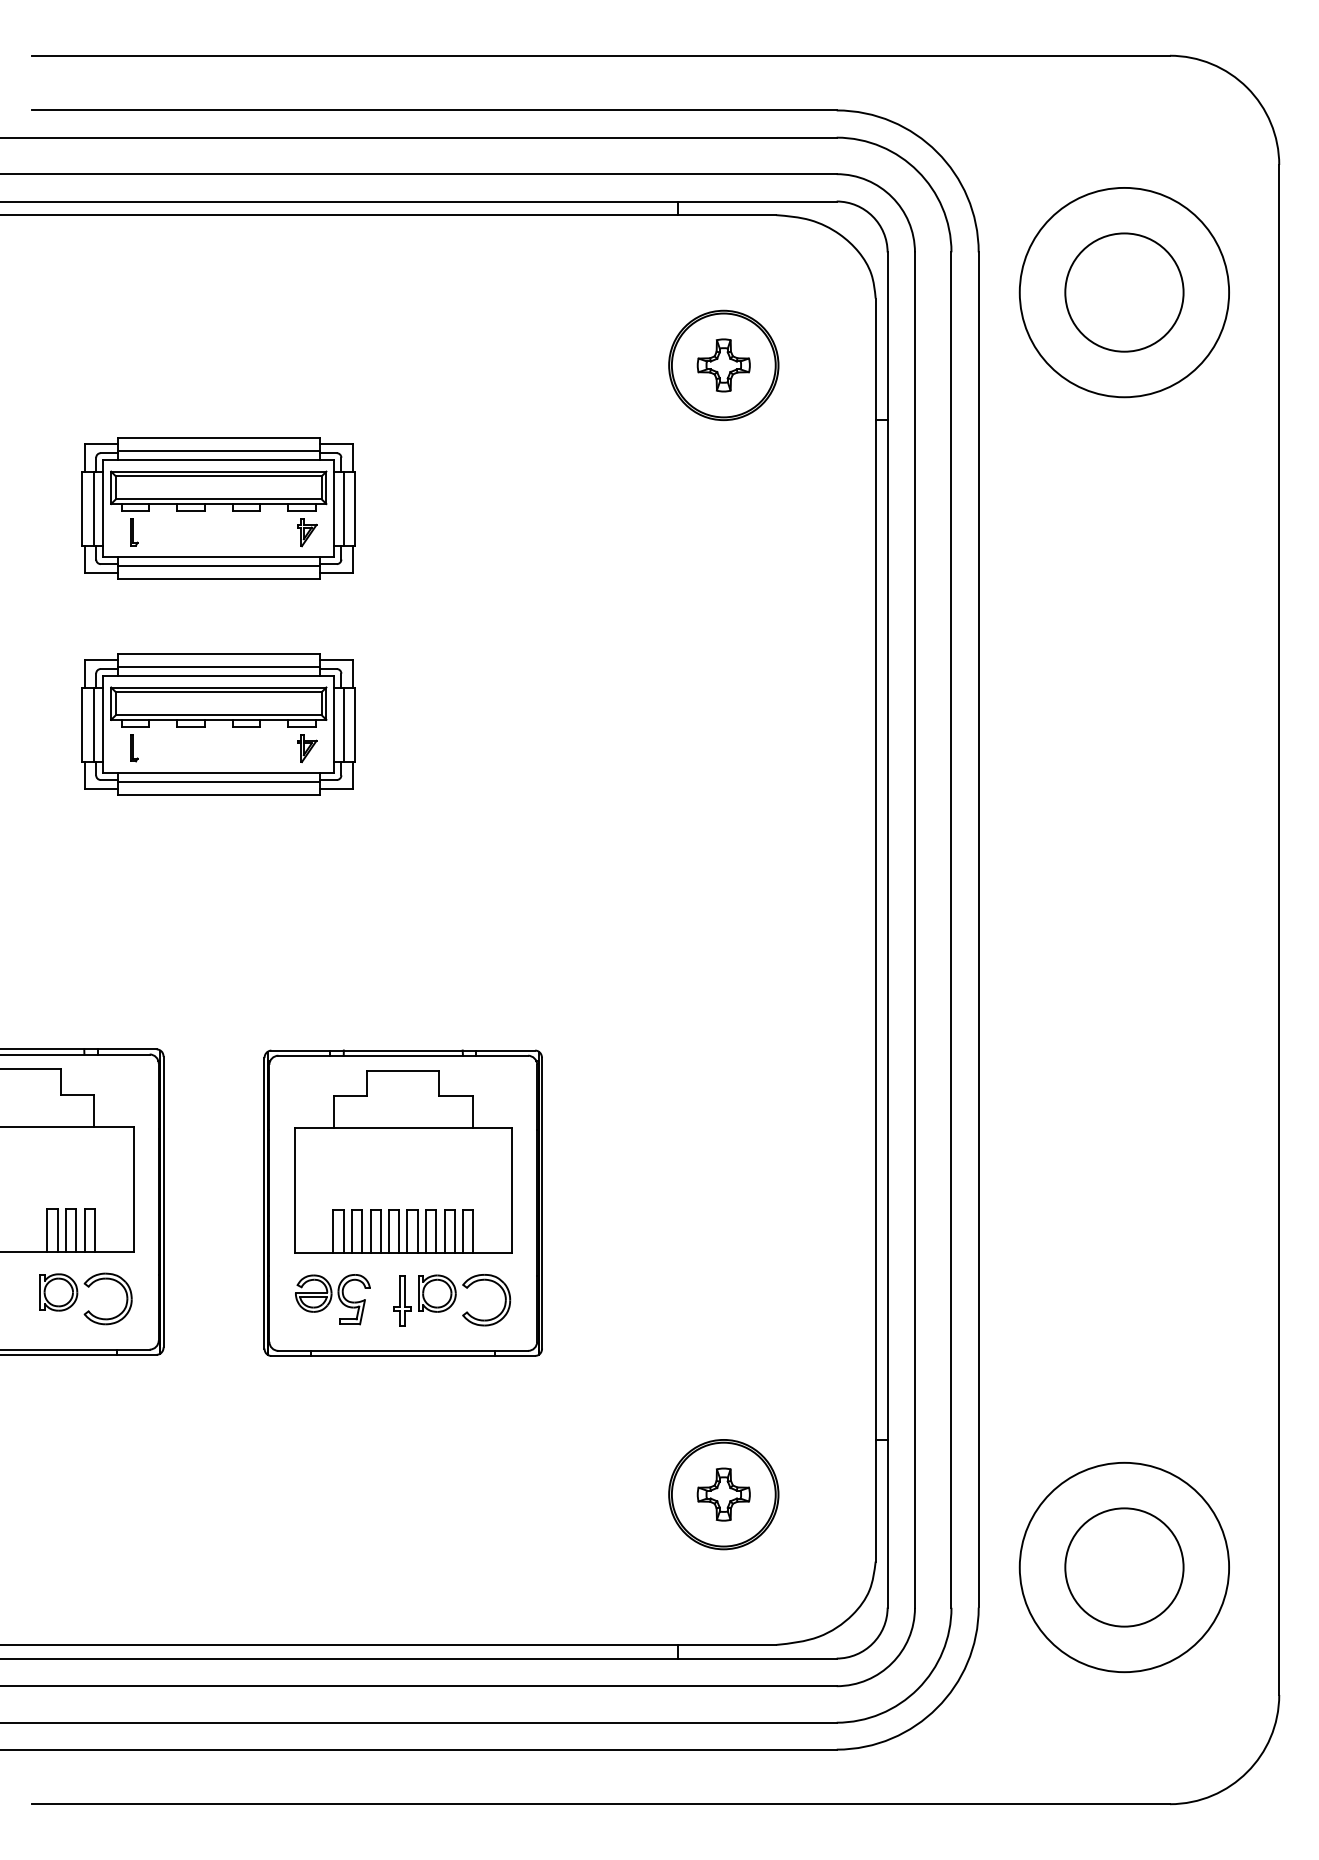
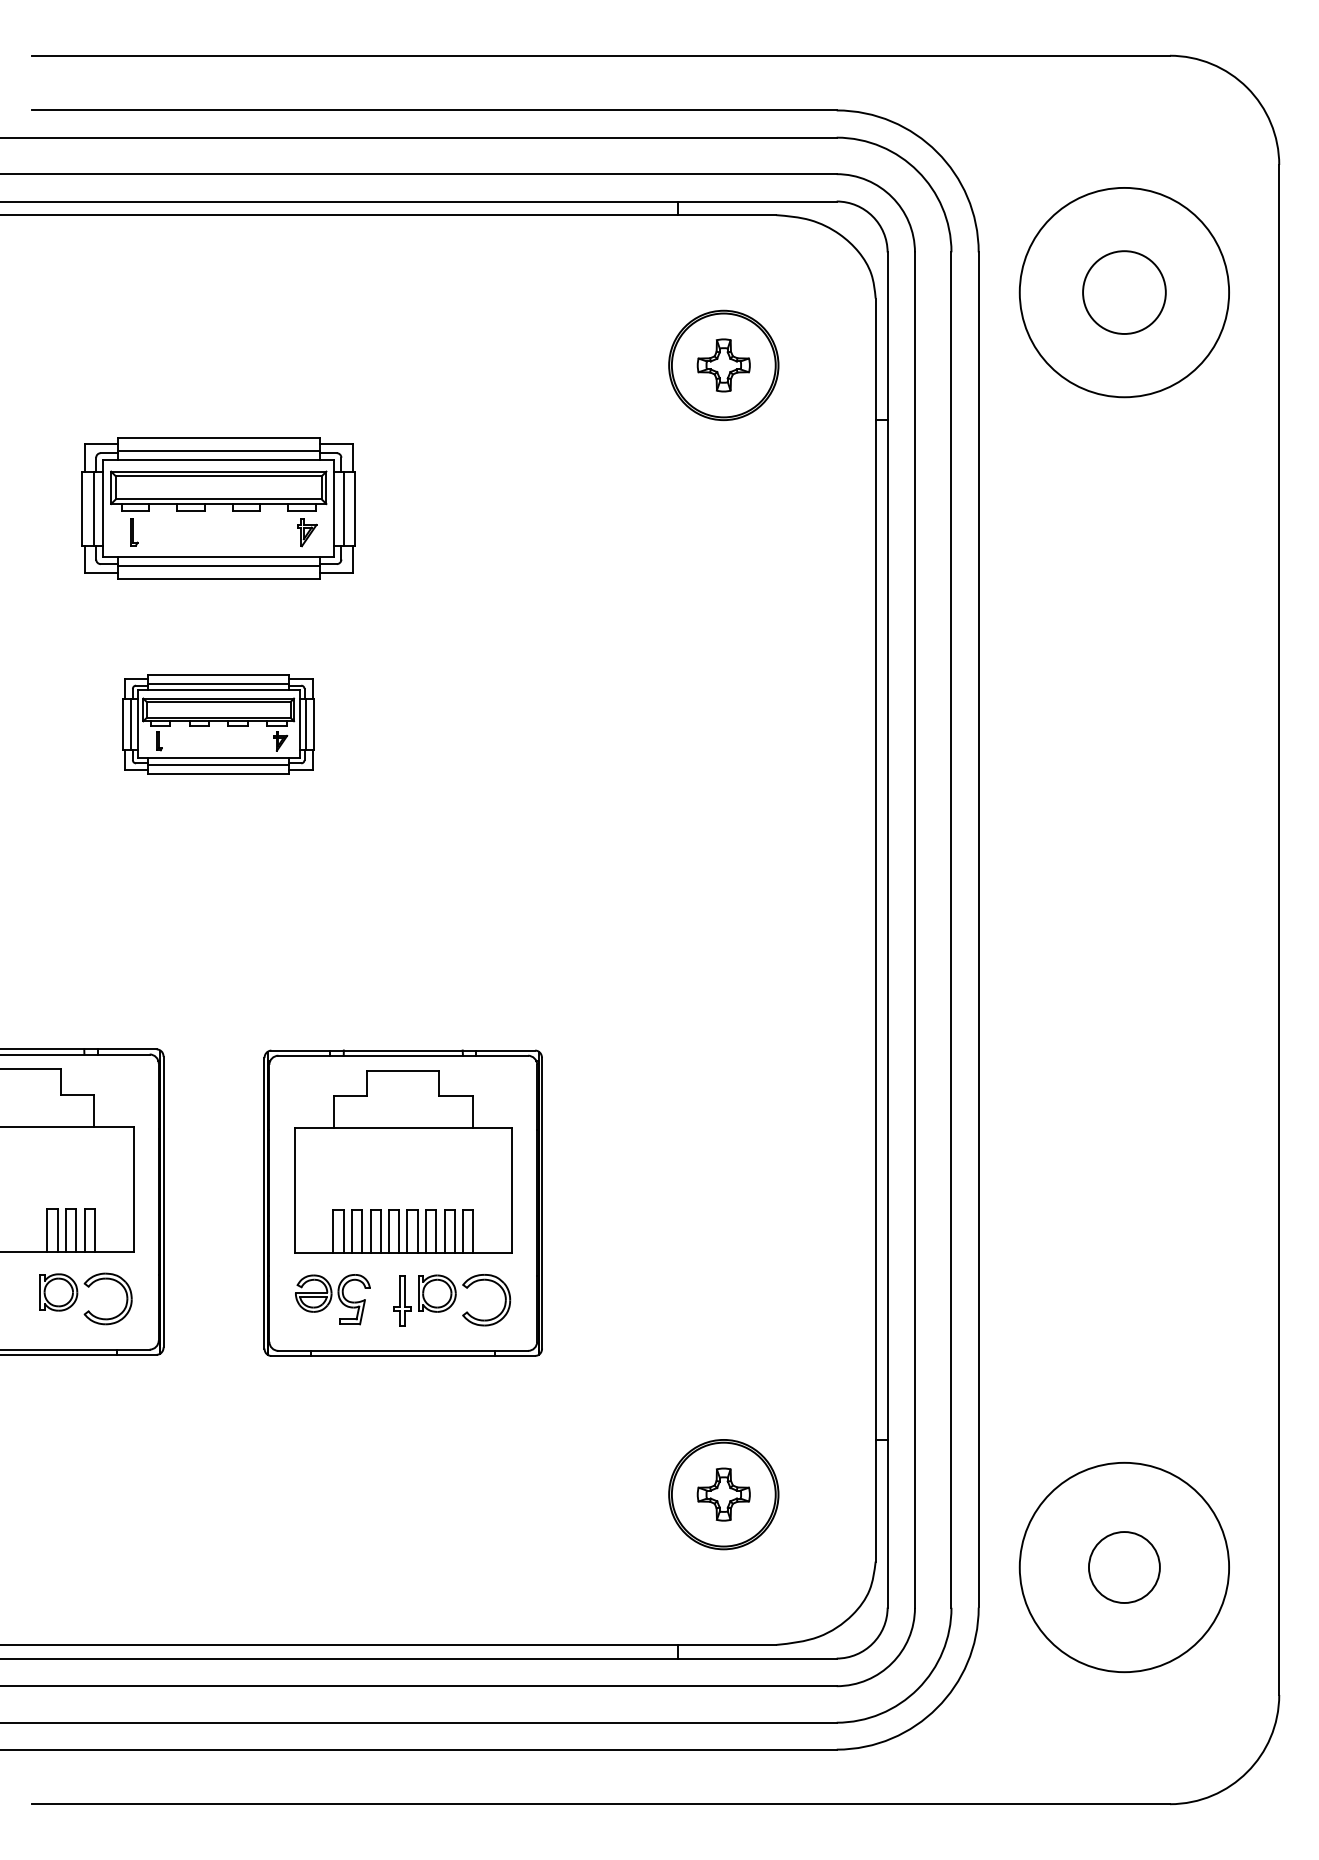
circle at (1124, 292) diameter: 118 px -> 83 px
part at (218, 724) size: 275x143 px -> 193x101 px
circle at (1124, 1567) diameter: 118 px -> 71 px
